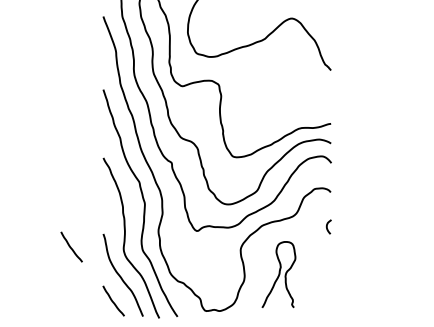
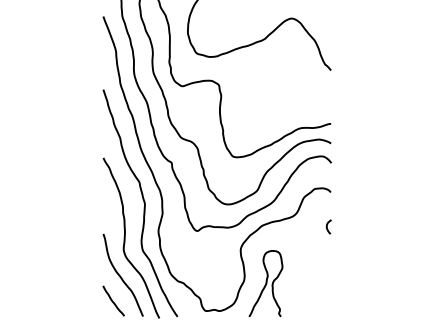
curve at (70, 246): present -> none
curve at (278, 274) position: (278, 274) -> (265, 283)
